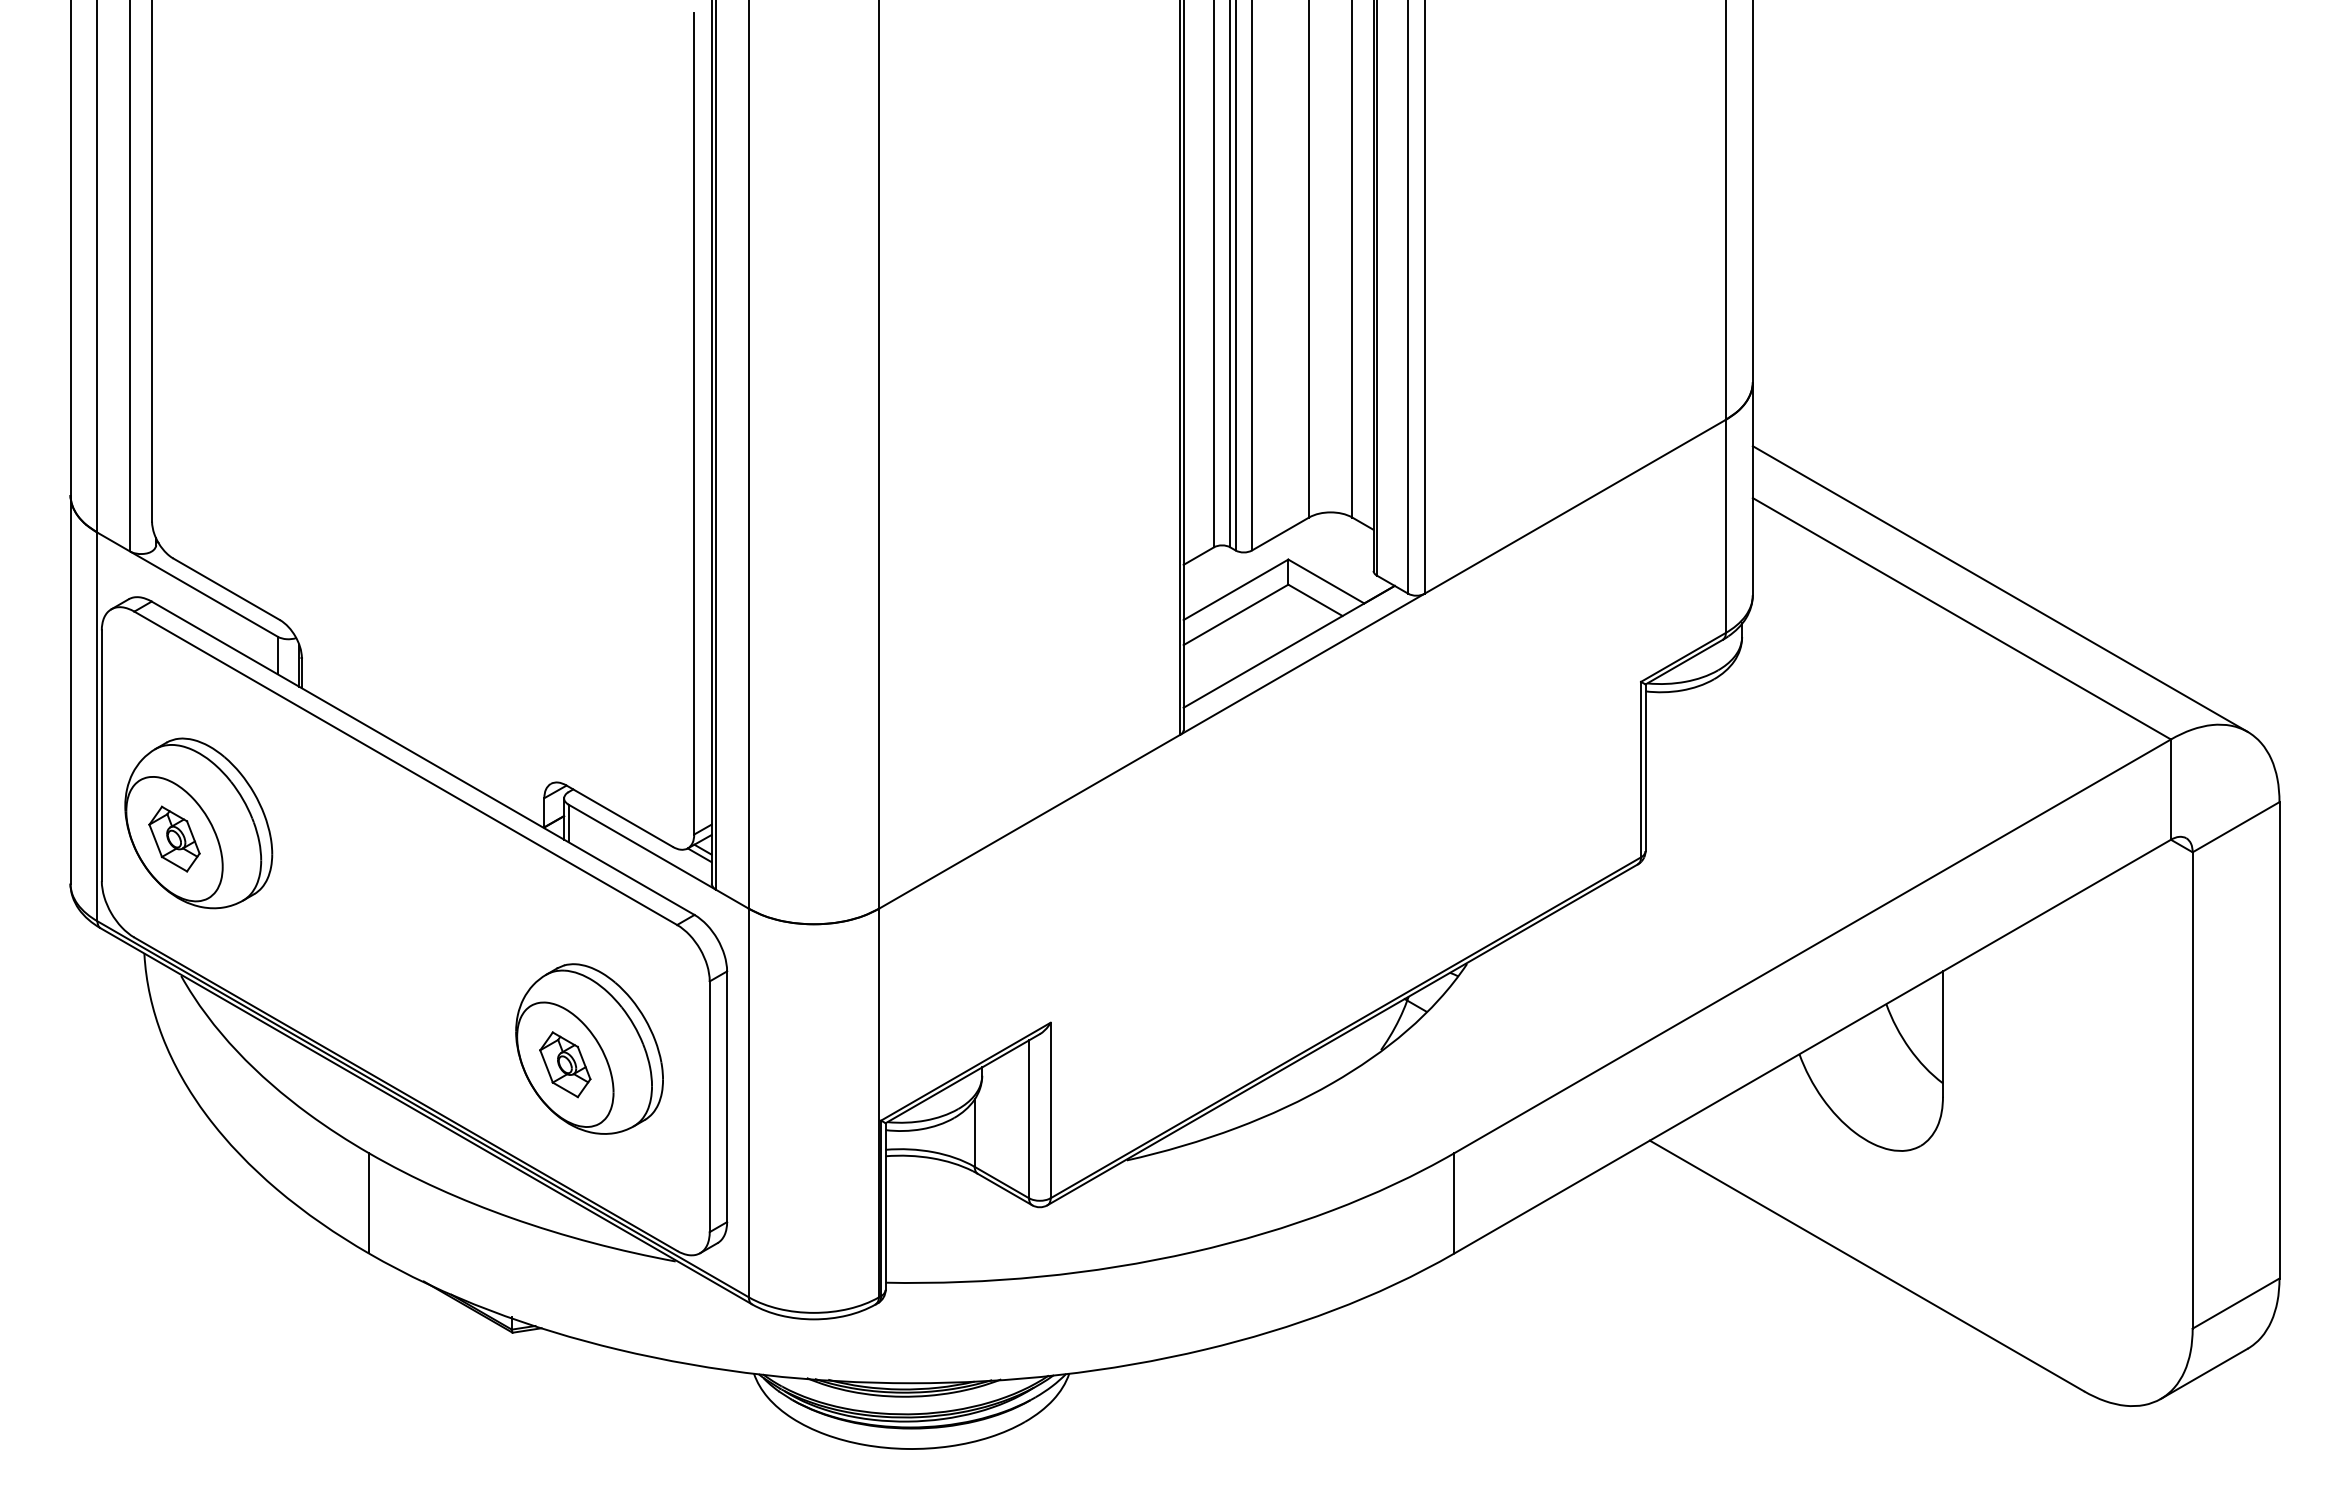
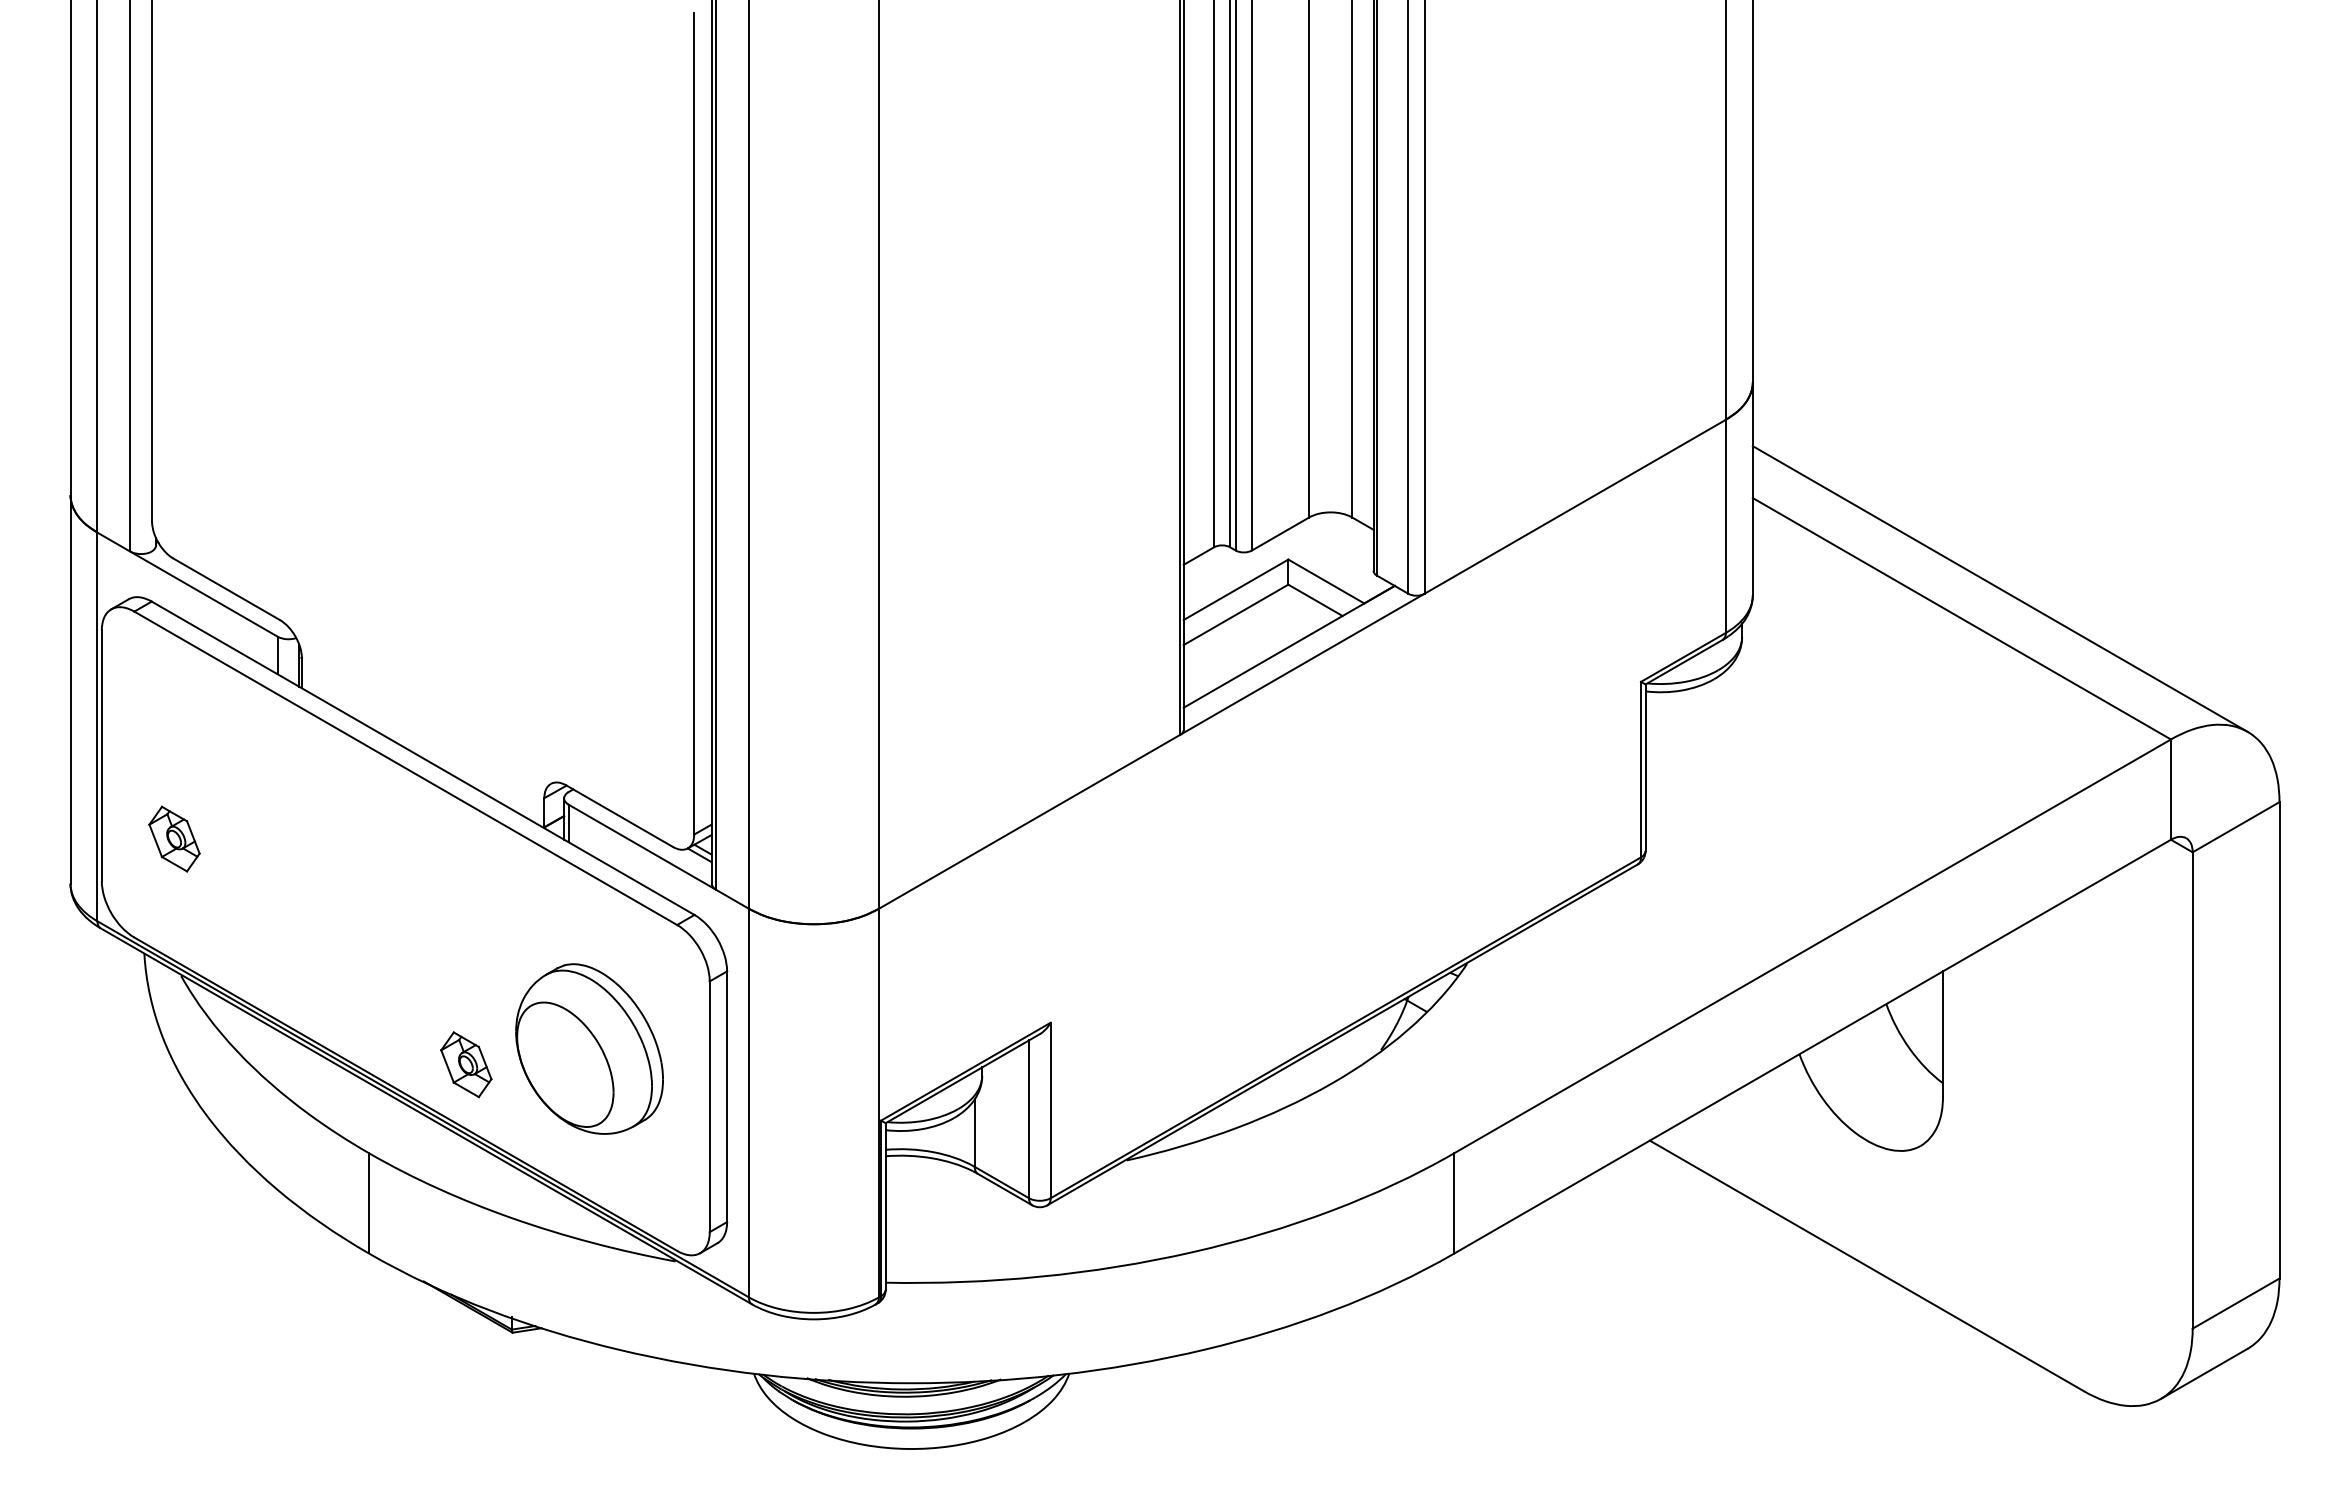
part at (198, 823): present -> none
part at (565, 1064) position: (565, 1064) -> (466, 1064)
